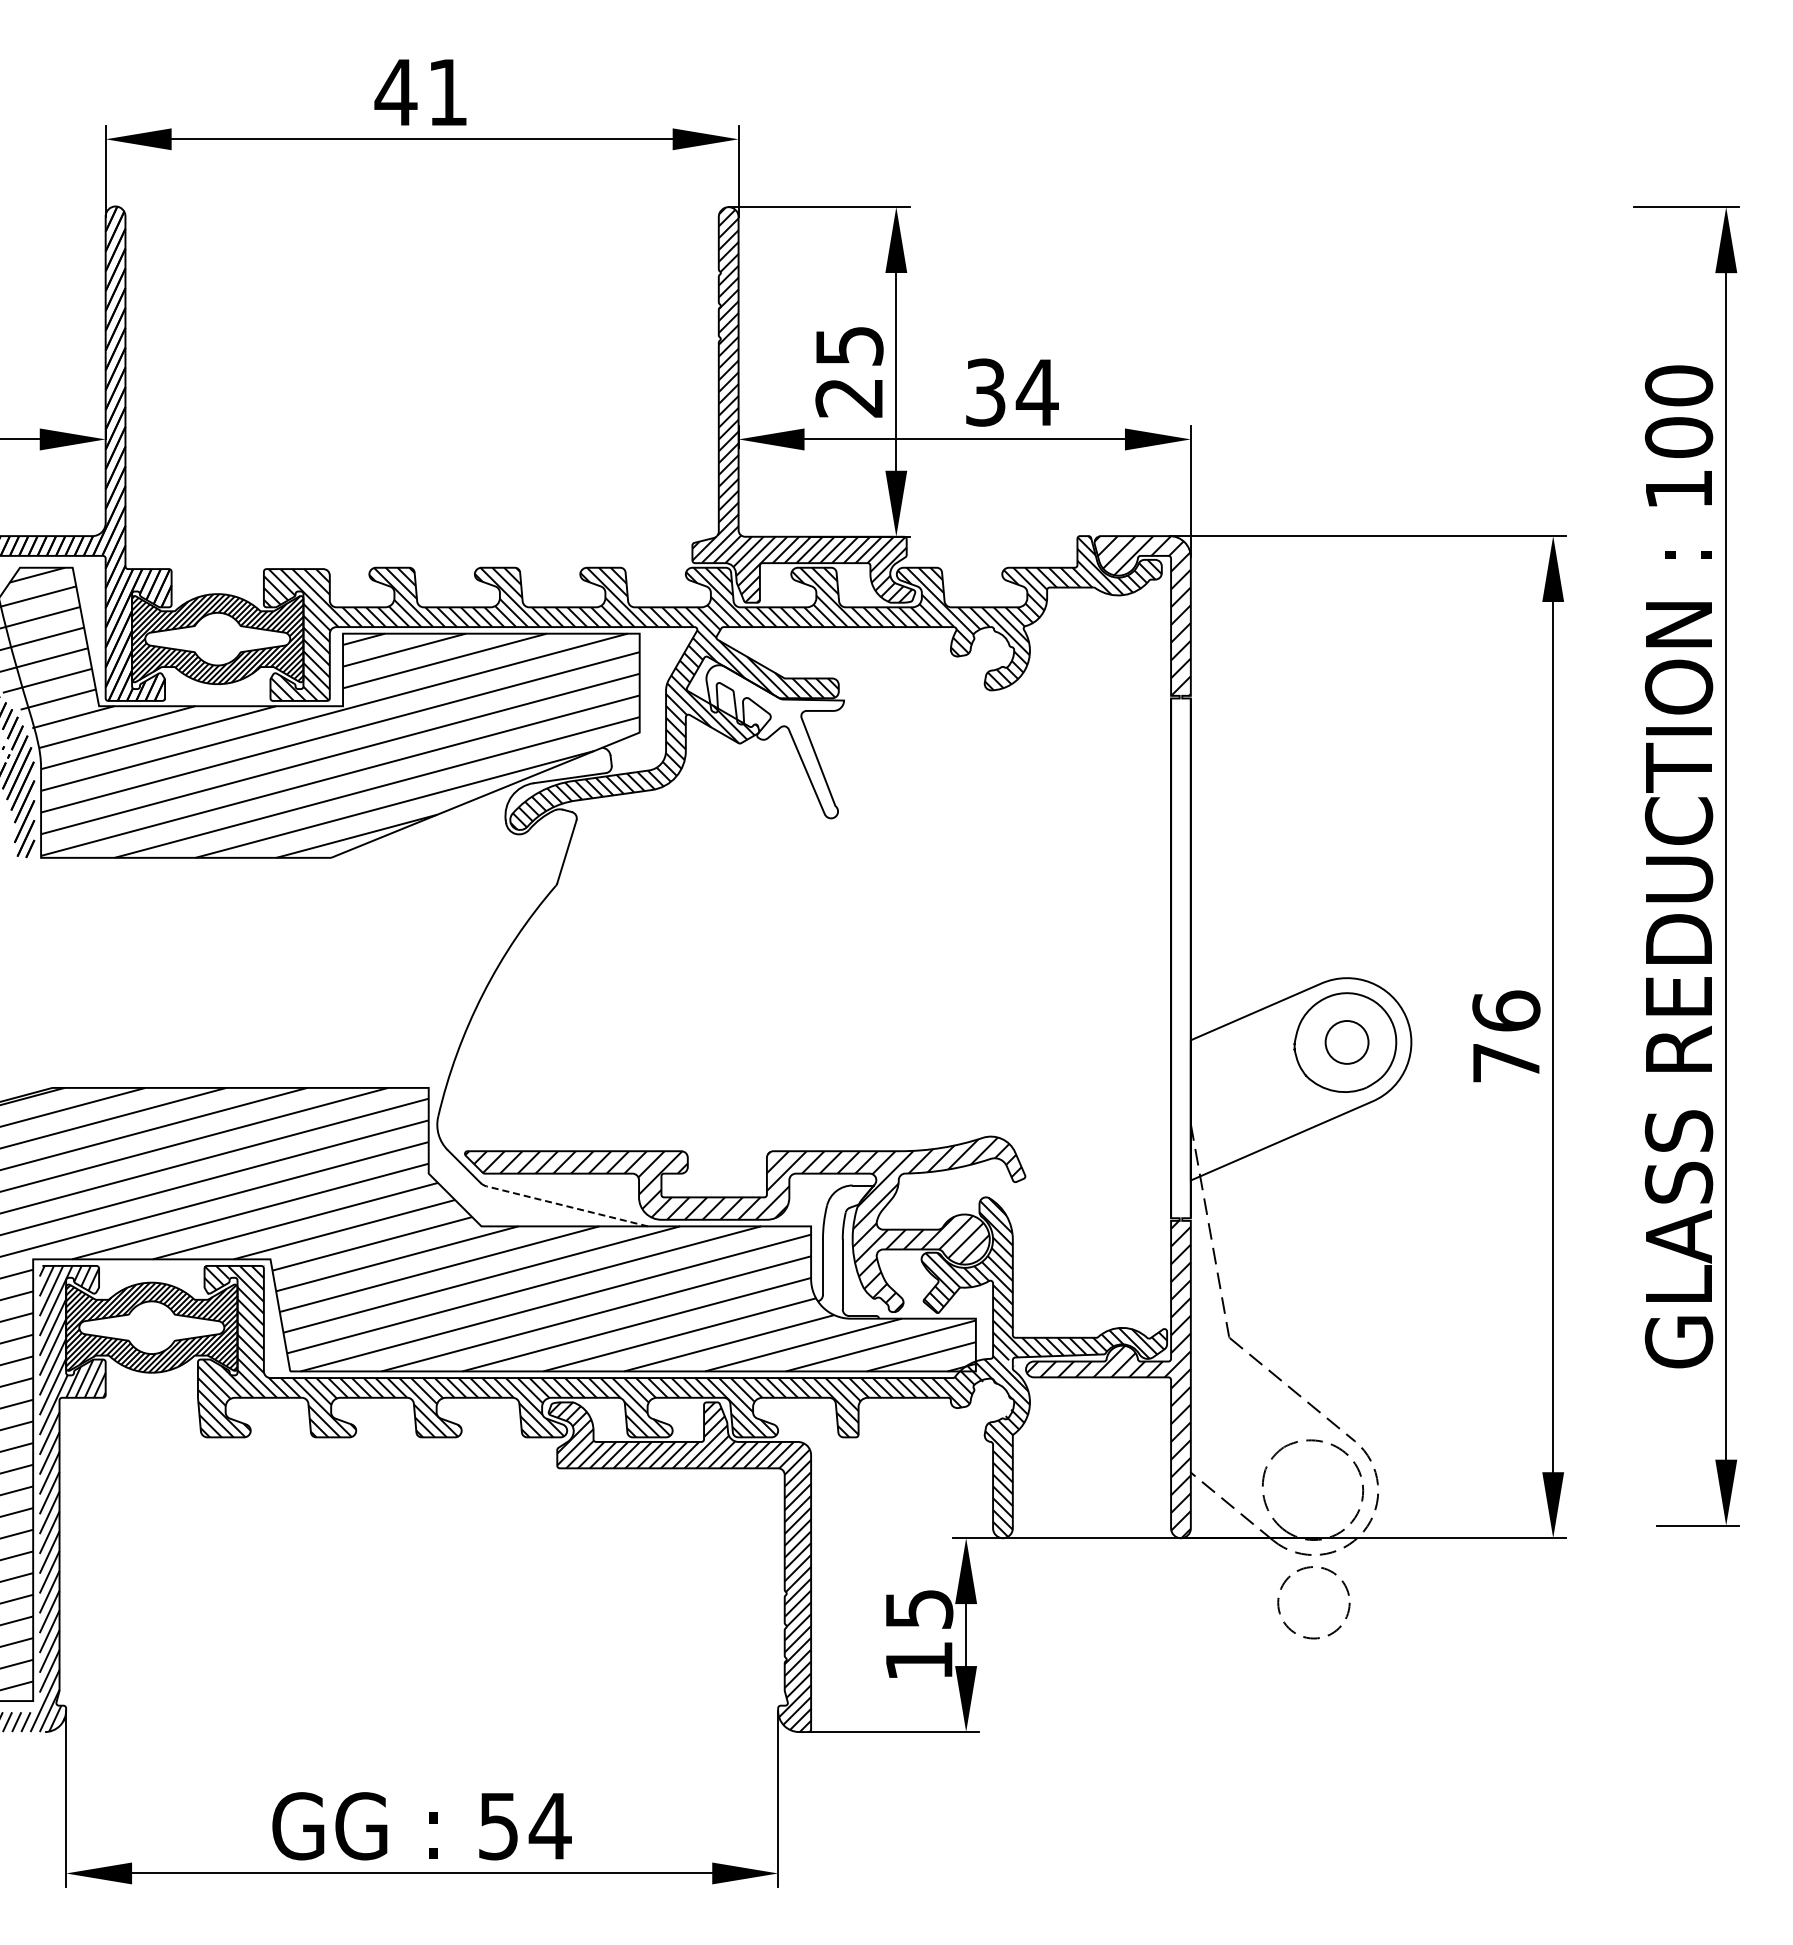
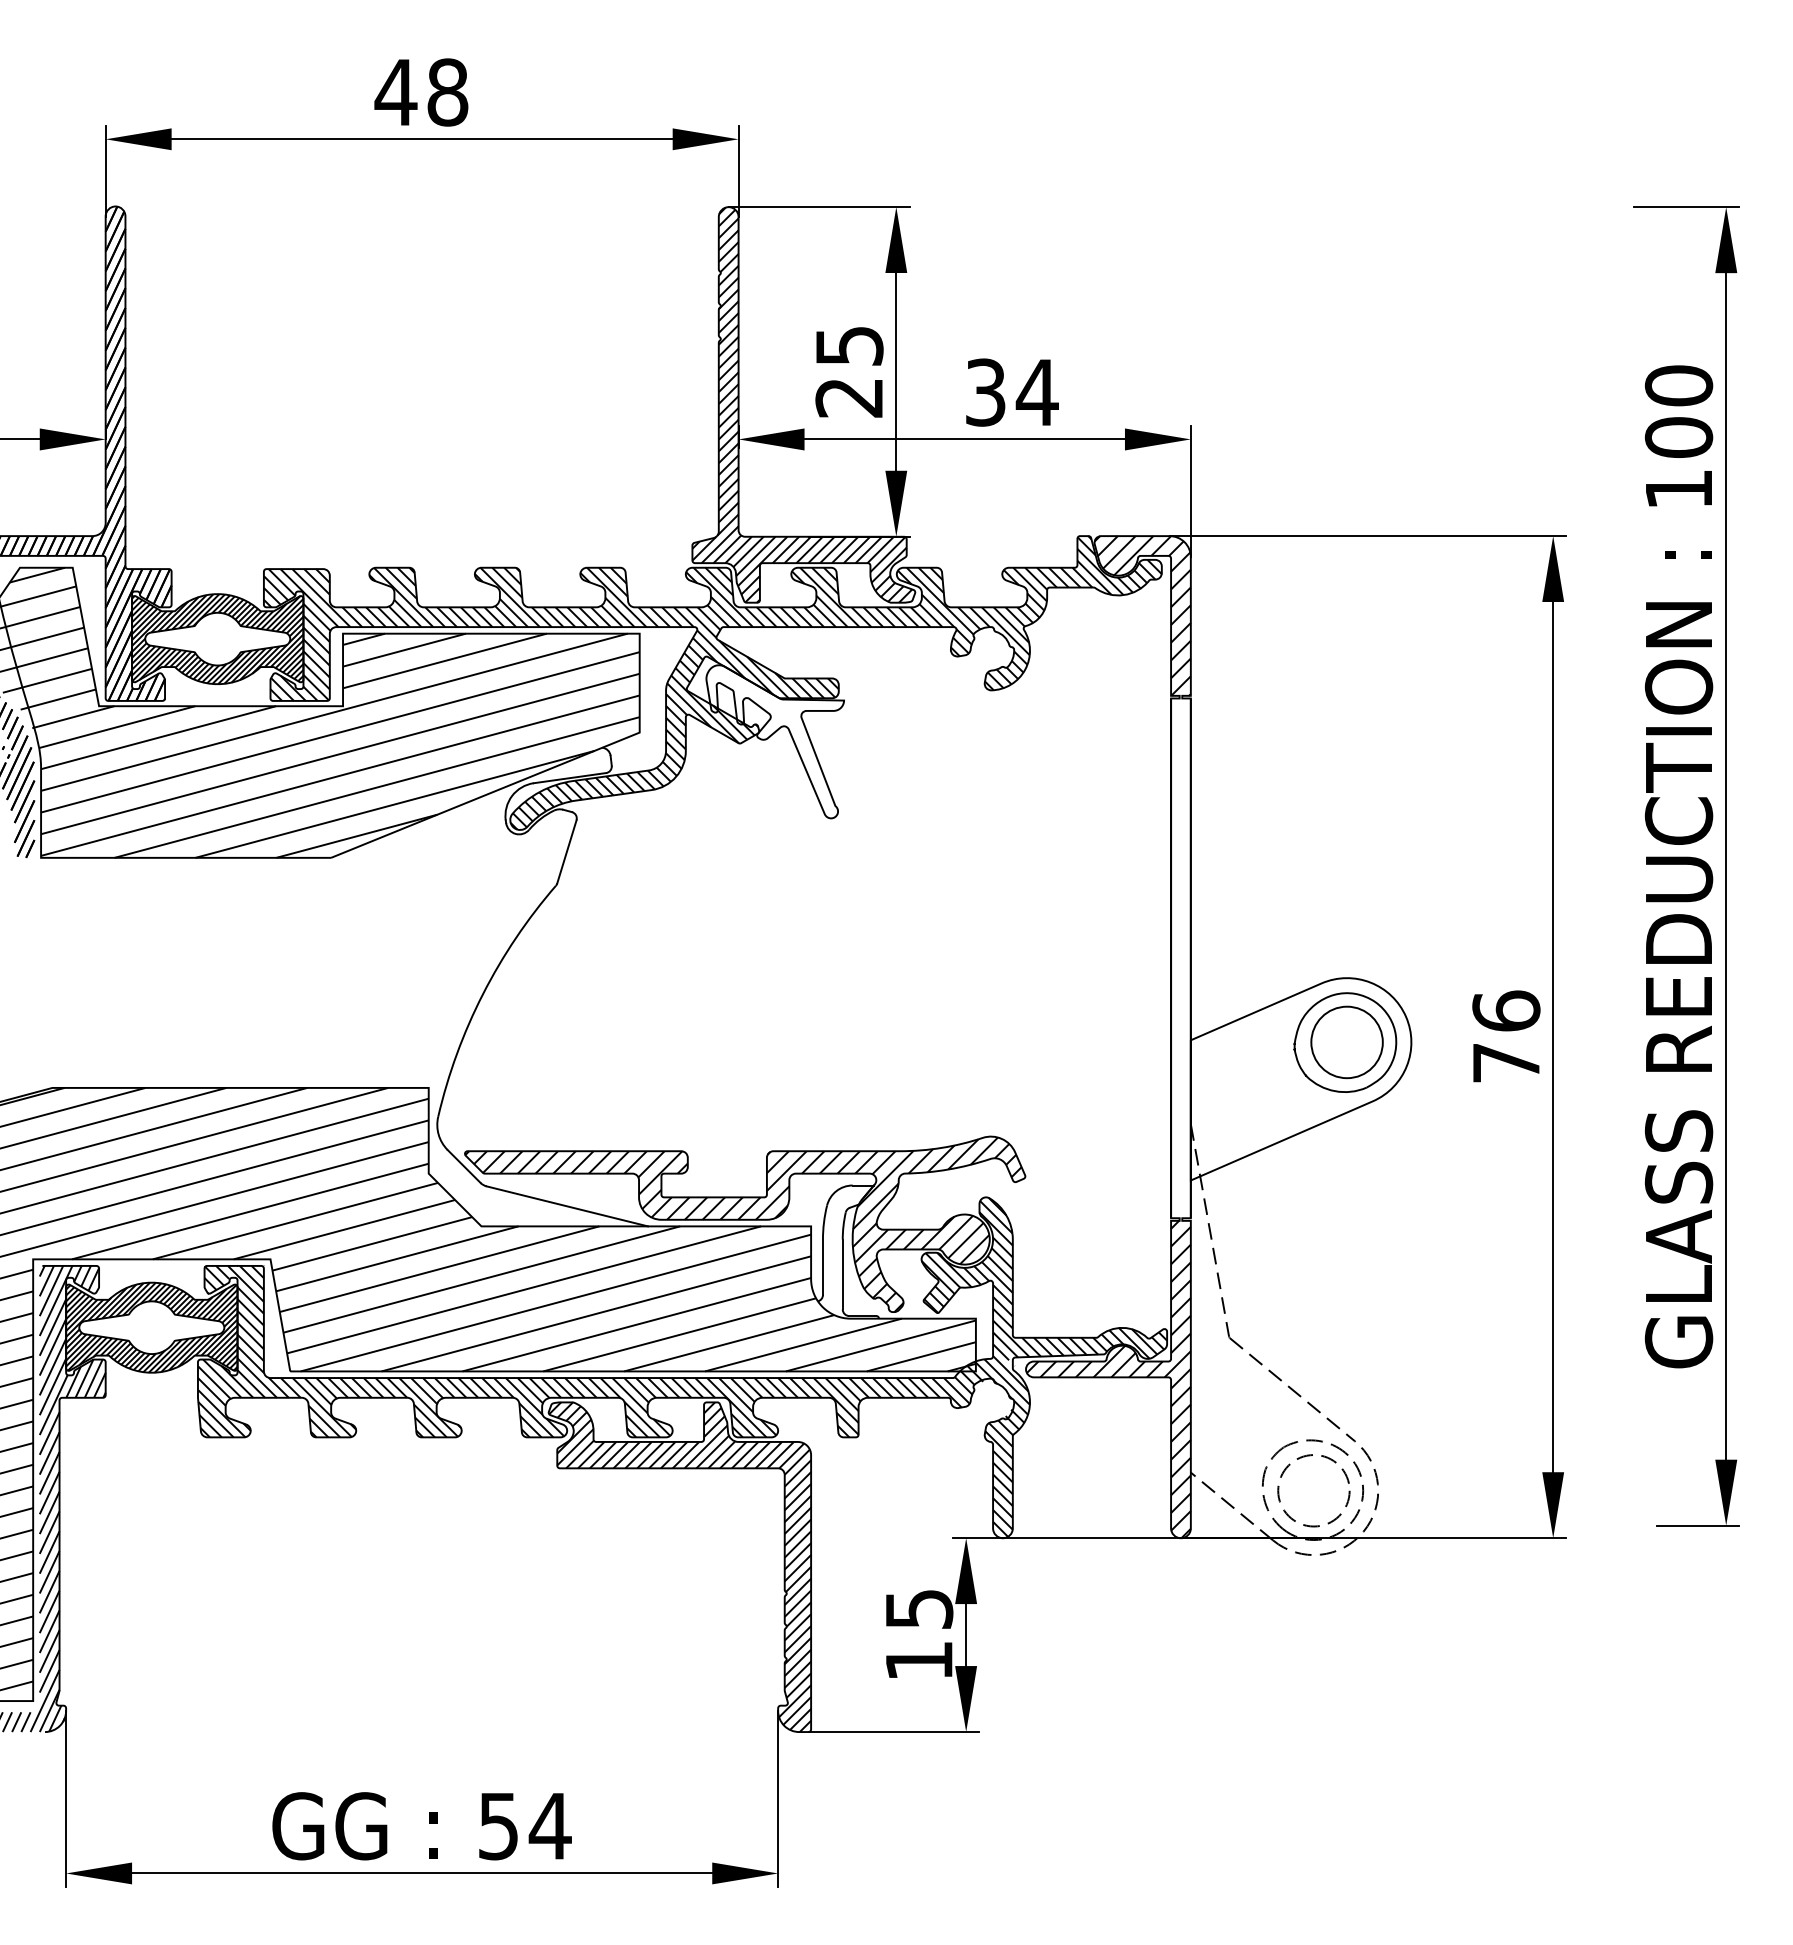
text at (447, 92): 41 -> 48
circle at (1346, 1042) diameter: 43 px -> 71 px
line at (566, 1206): dashed -> solid
circle at (1313, 1602) position: (1313, 1602) -> (1313, 1490)
